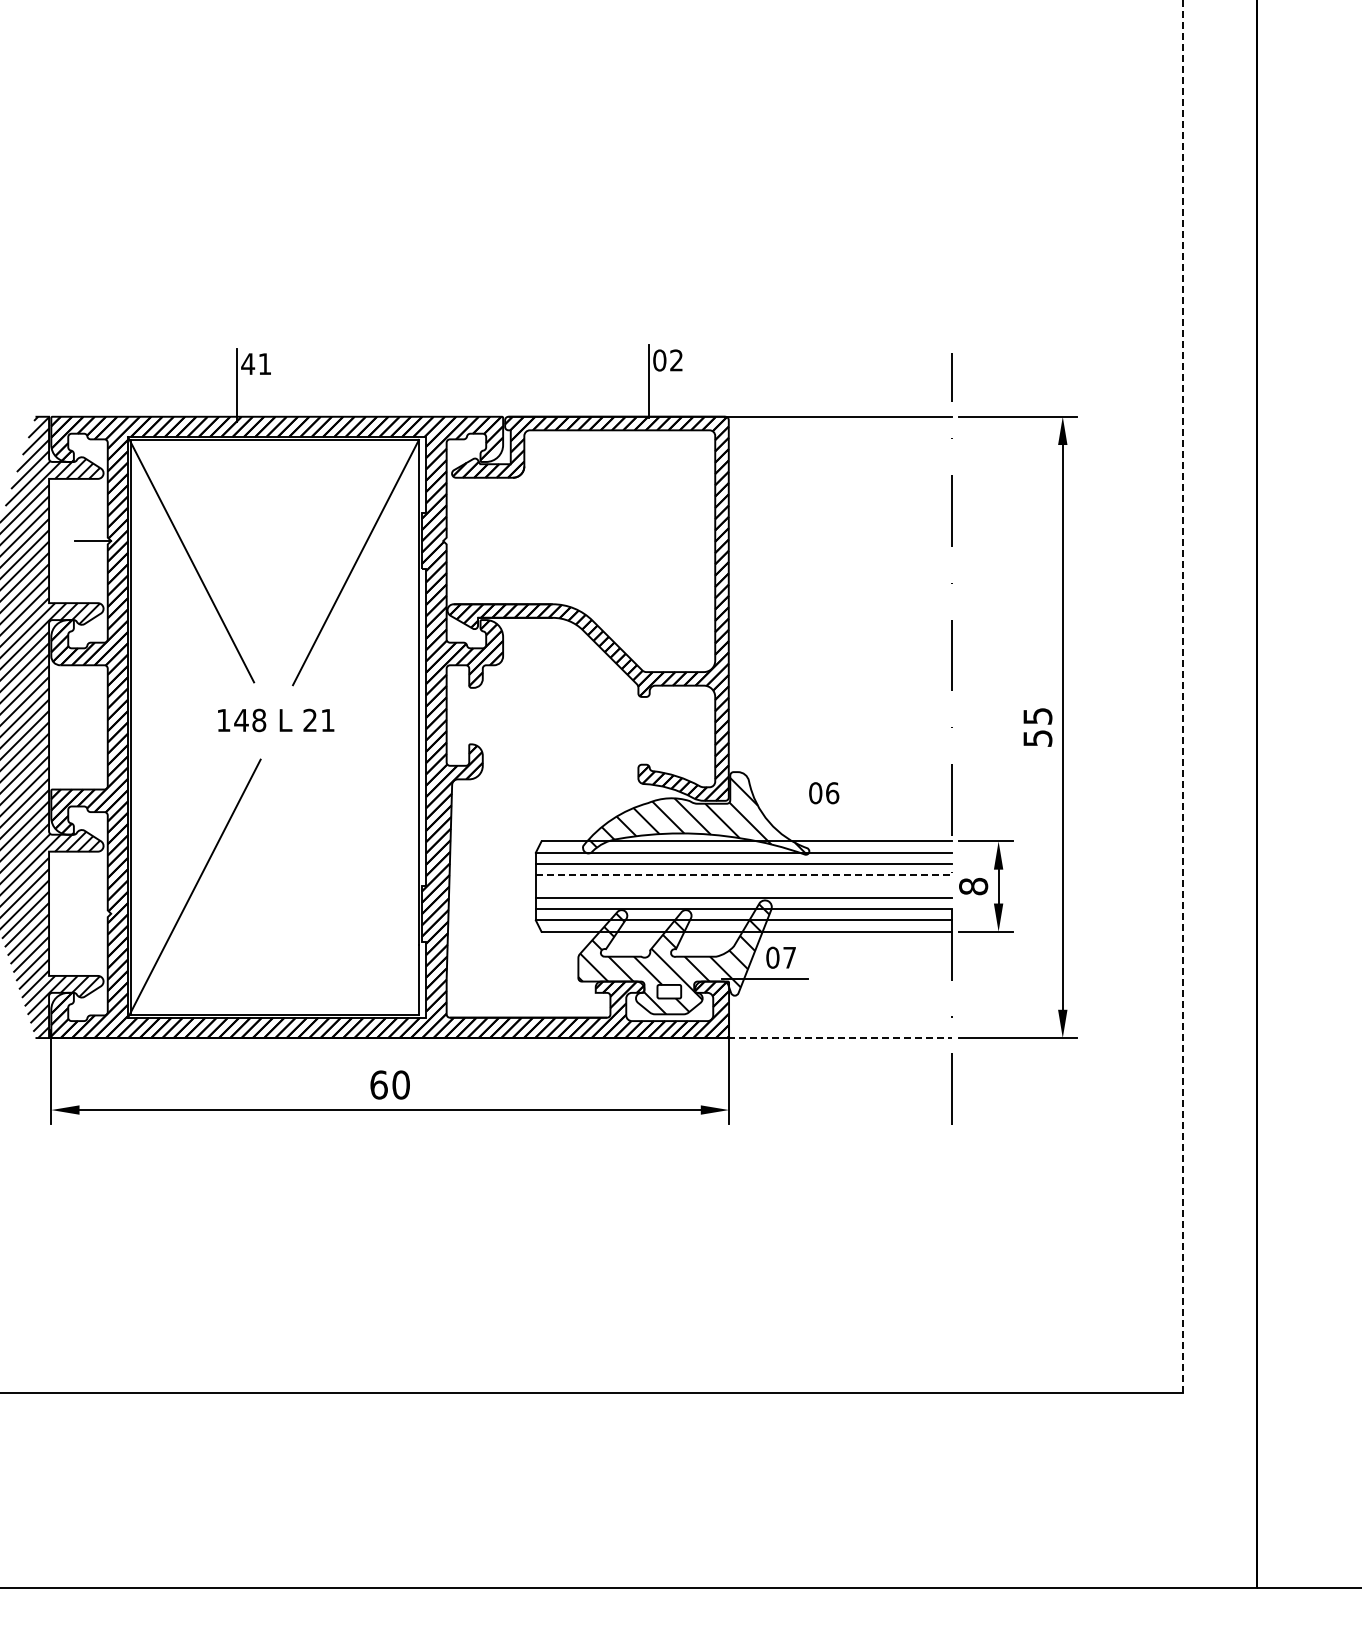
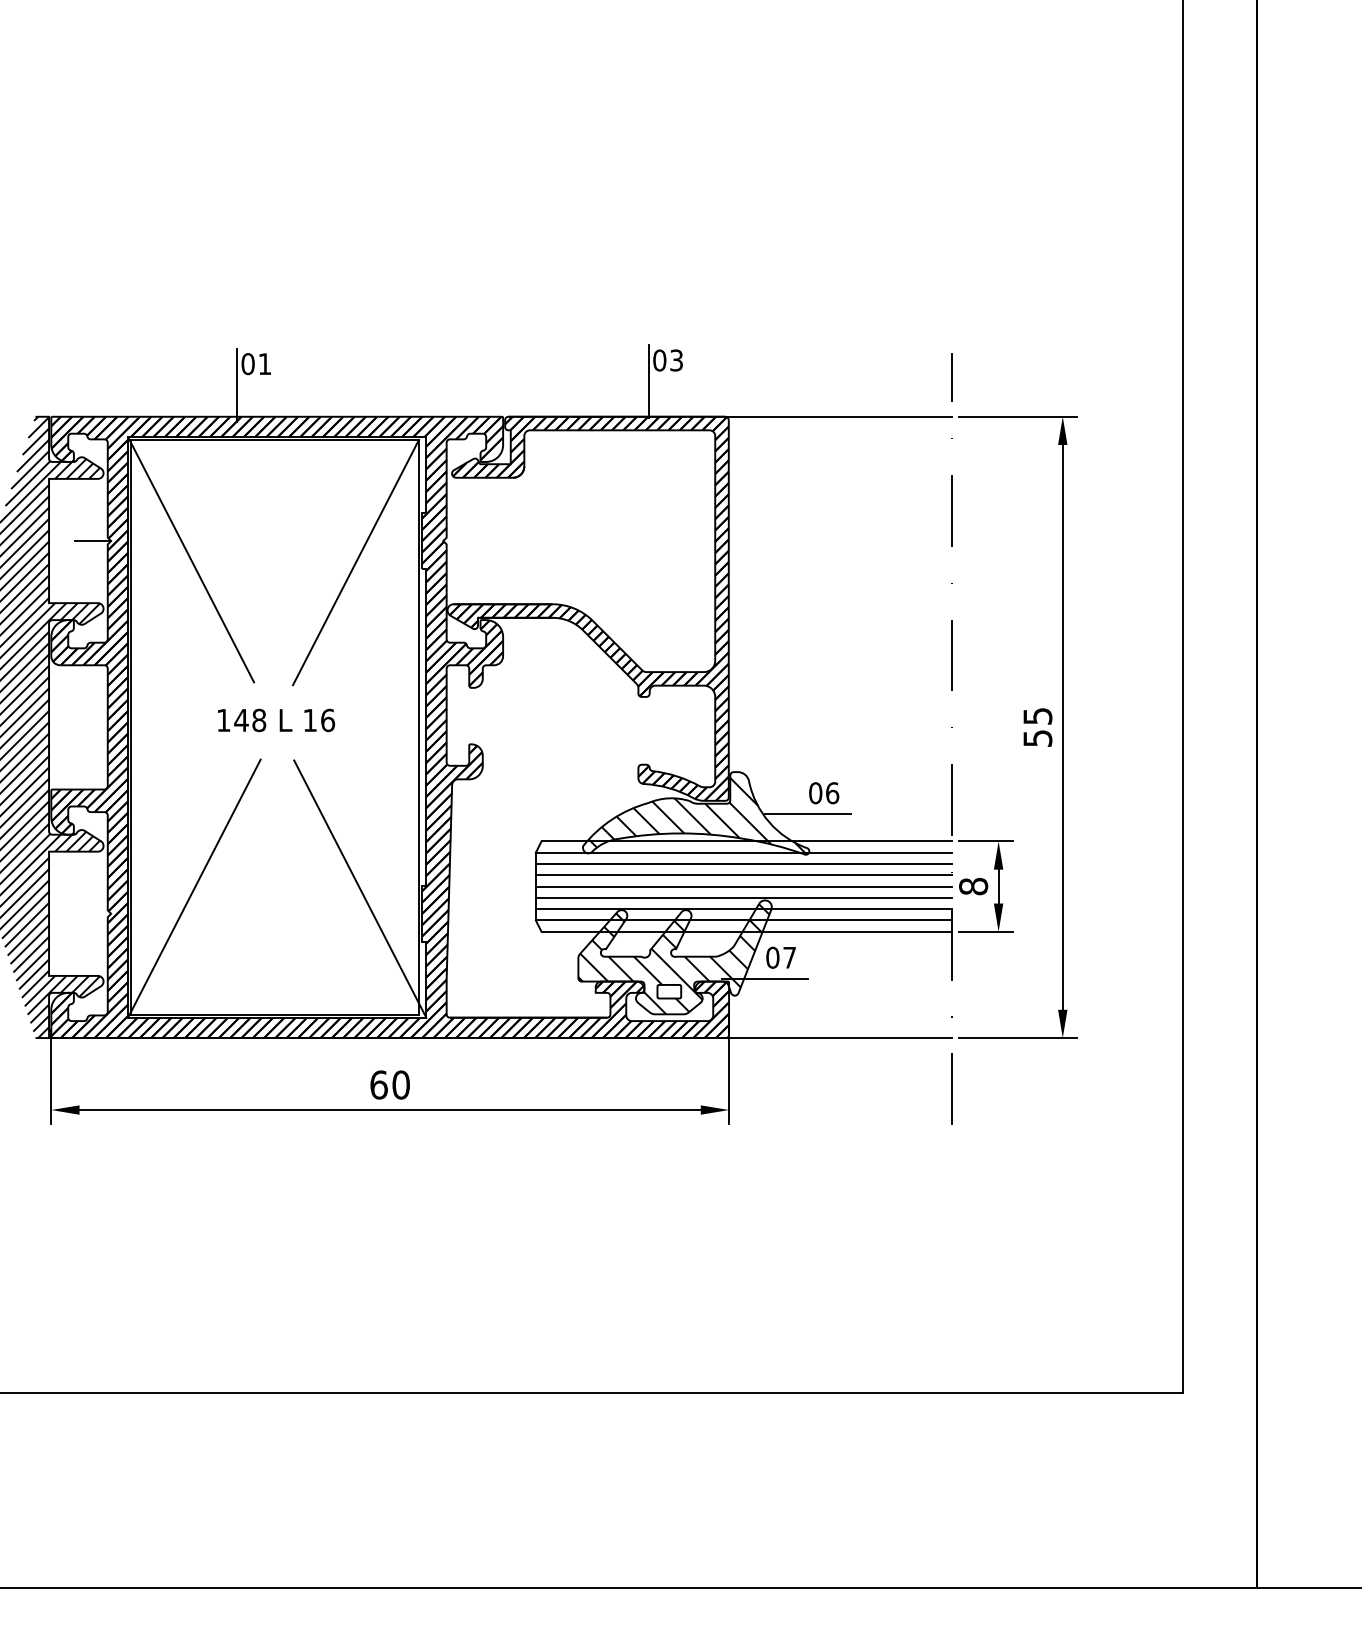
text at (676, 360): 02 -> 03
text at (248, 364): 41 -> 01
line at (1183, 696): dashed -> solid
text at (319, 720): 21 -> 16
line at (807, 814): none -> present
line at (743, 875): dashed -> solid
line at (743, 886): none -> present
line at (360, 888): none -> present
line at (839, 1038): dashed -> solid
